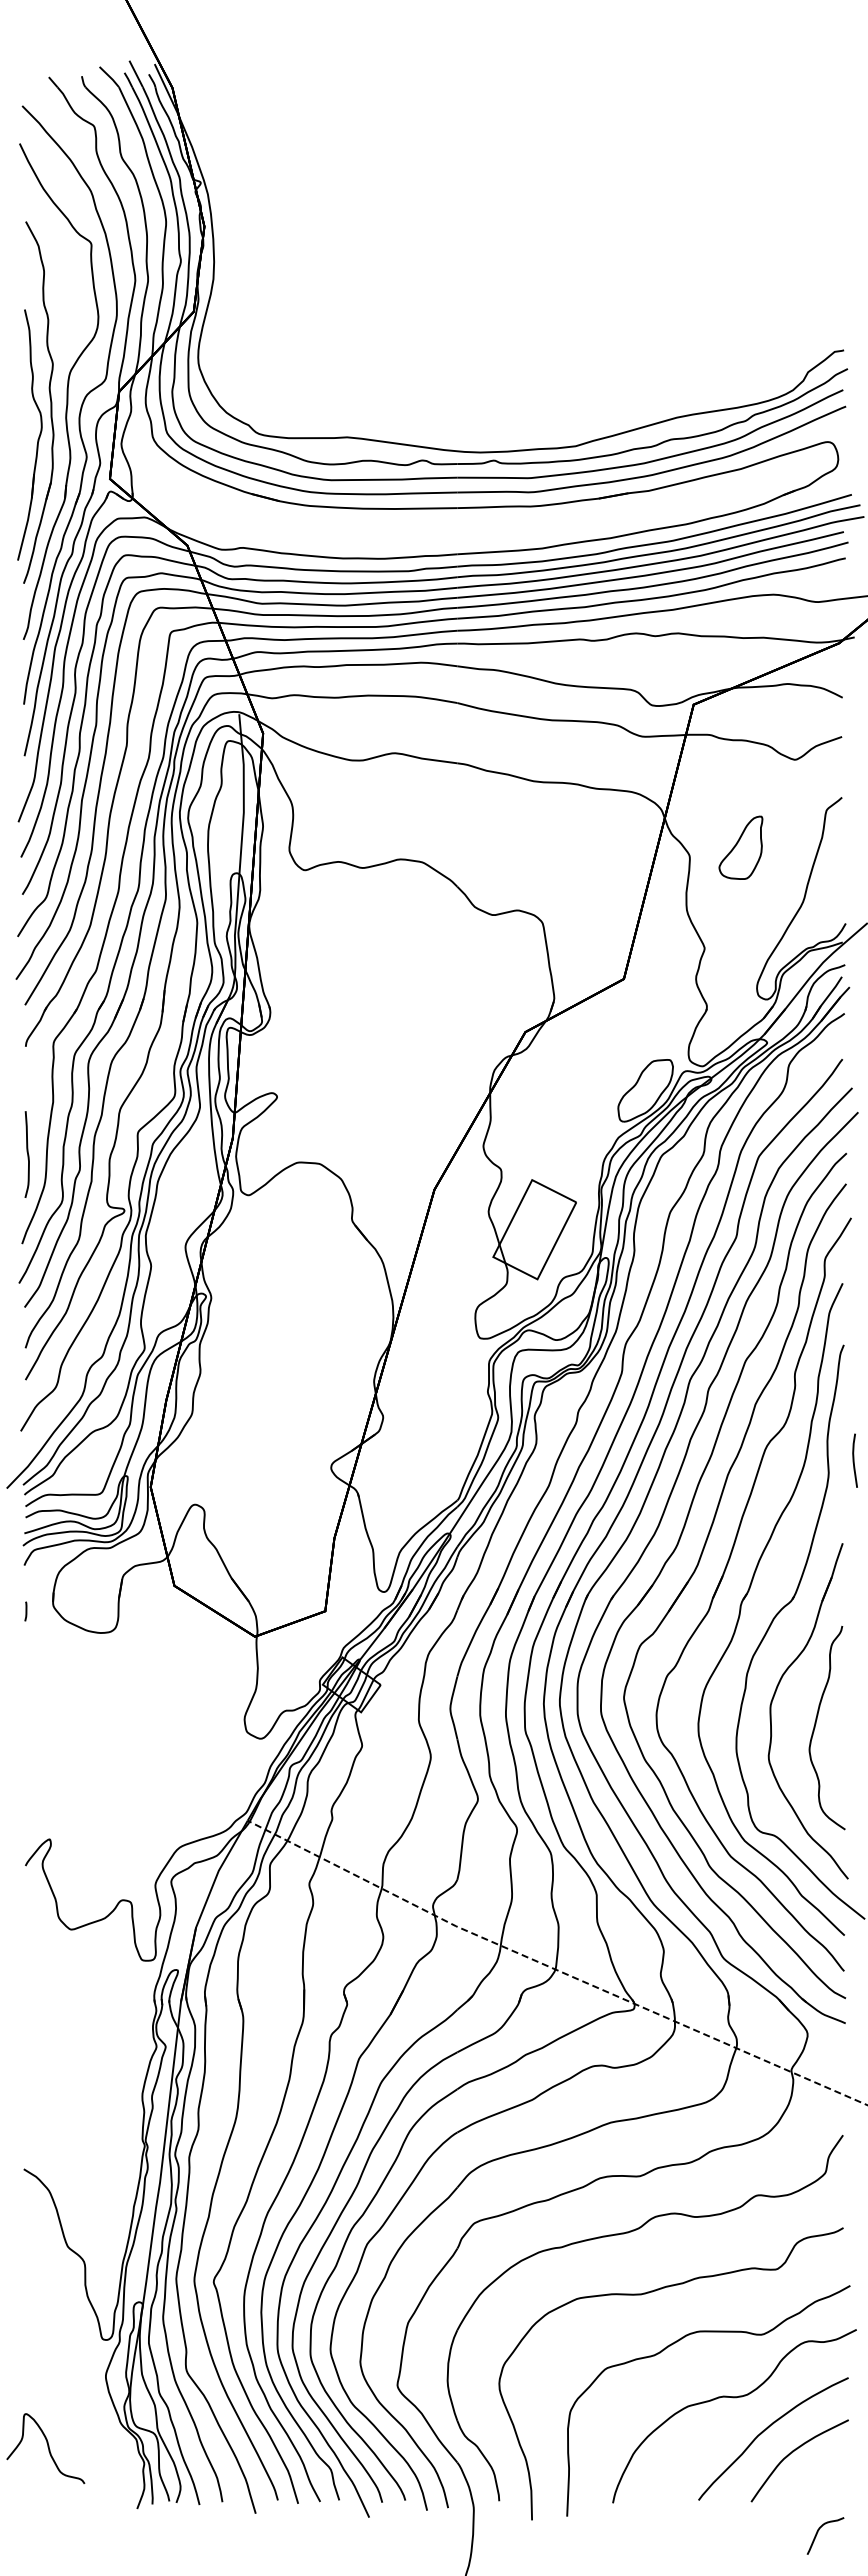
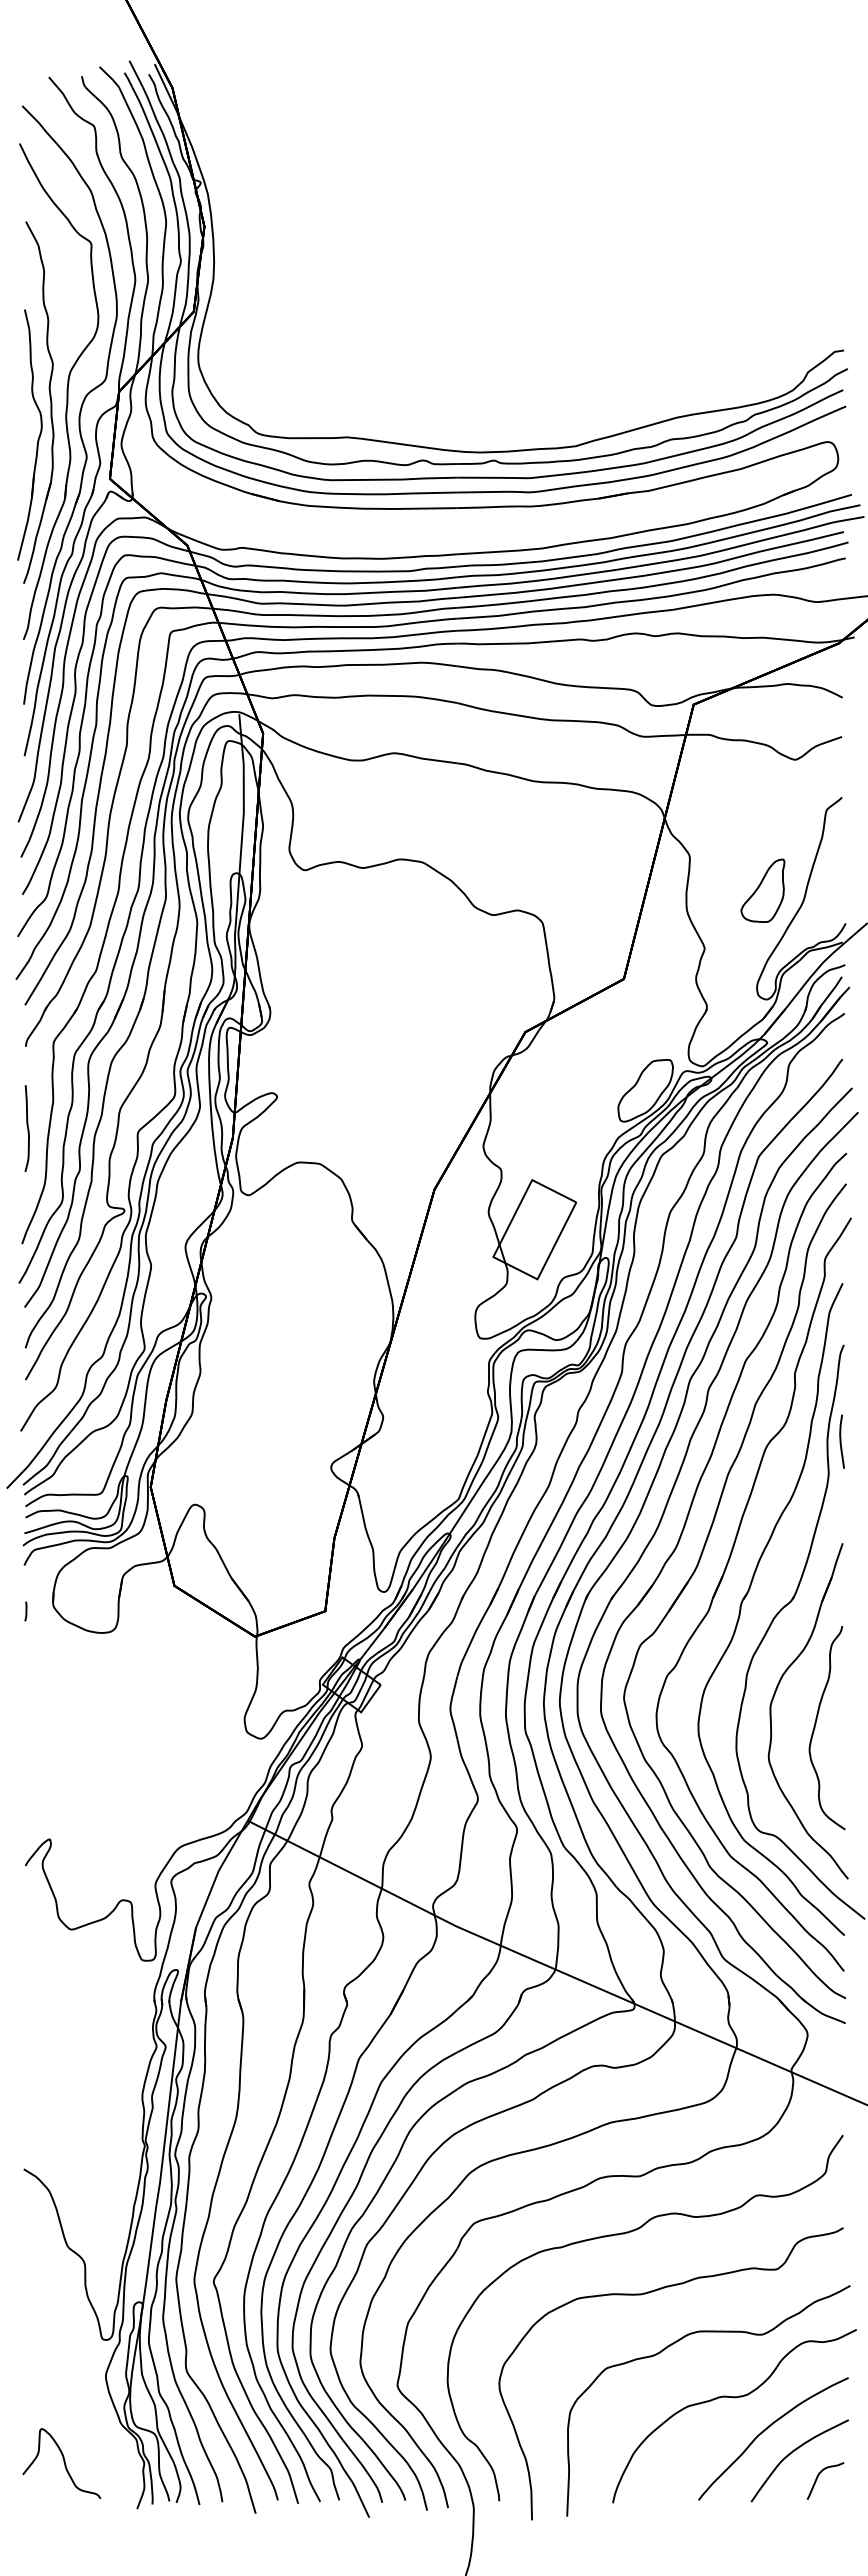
part at (740, 847) position: (740, 847) -> (762, 890)
curve at (27, 1154) position: (27, 1154) -> (27, 1128)
curve at (854, 1460) position: (854, 1460) -> (841, 1441)
line at (554, 1968): dashed -> solid
curve at (47, 2447) position: (47, 2447) -> (63, 2462)
curve at (818, 2532) position: (818, 2532) -> (818, 2477)
